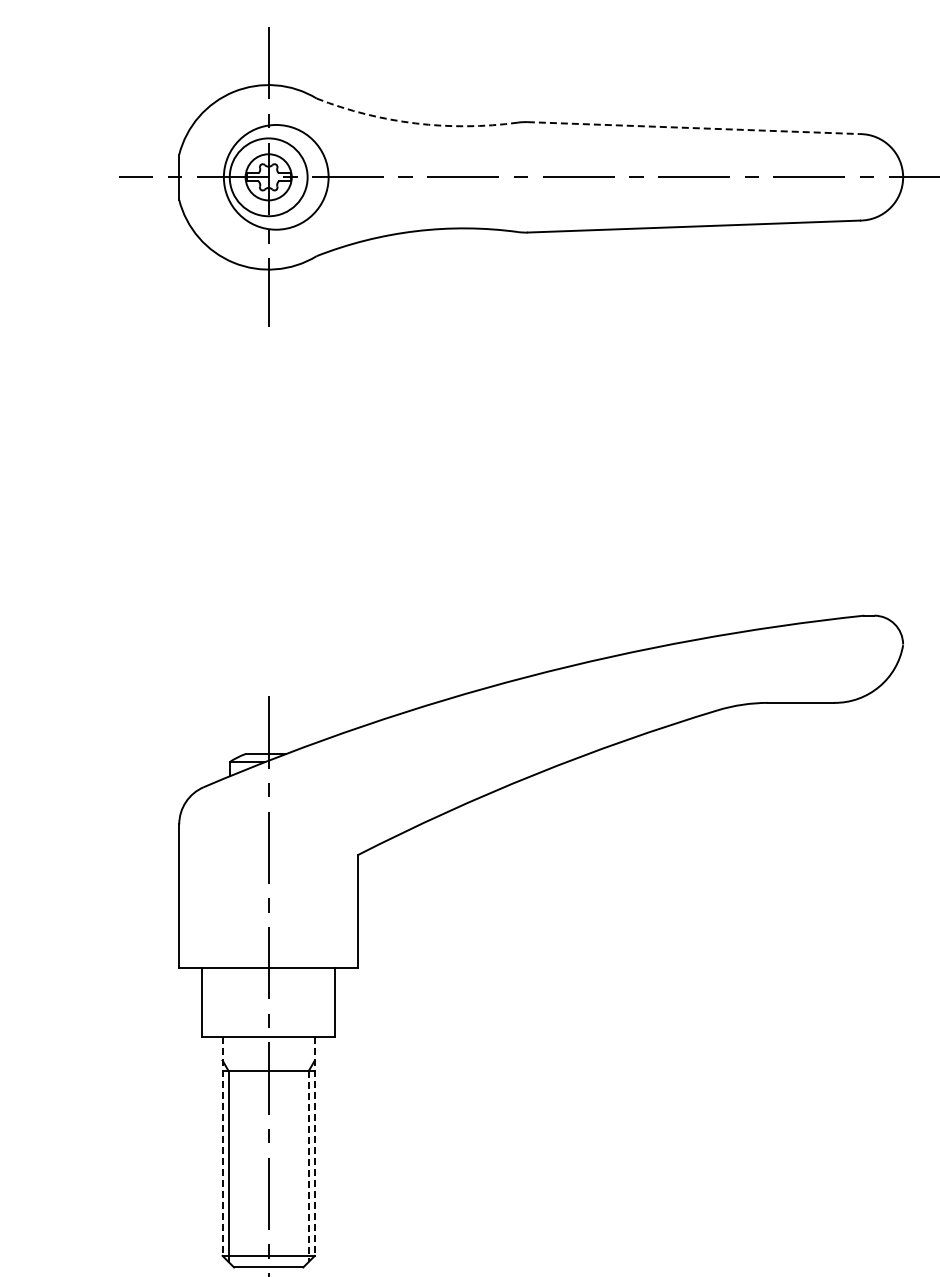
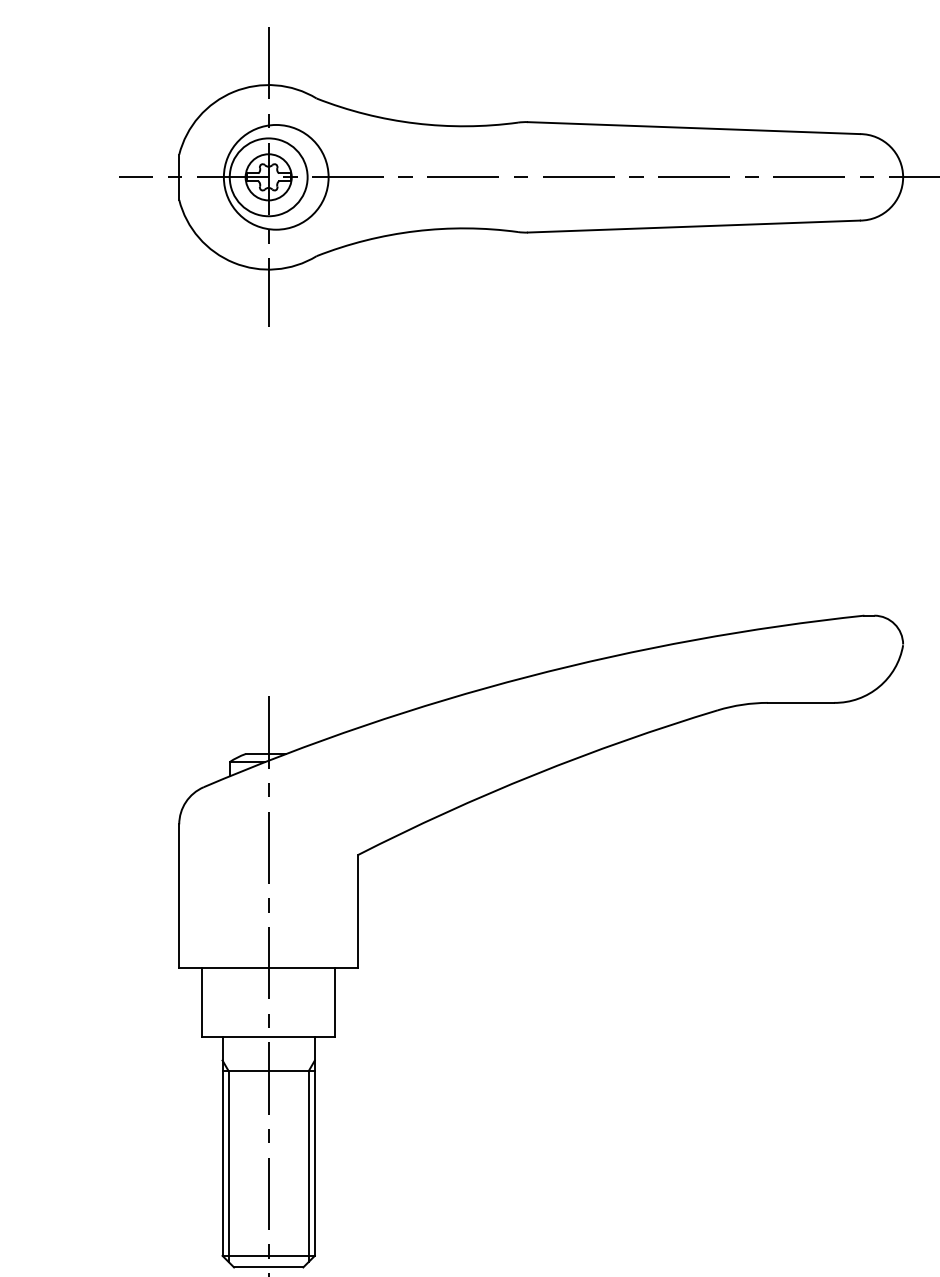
arc at (415, 123): dashed -> solid
line at (694, 128): dashed -> solid
line at (222, 1146): dashed -> solid
line at (314, 1146): dashed -> solid
line at (308, 1167): dashed -> solid
